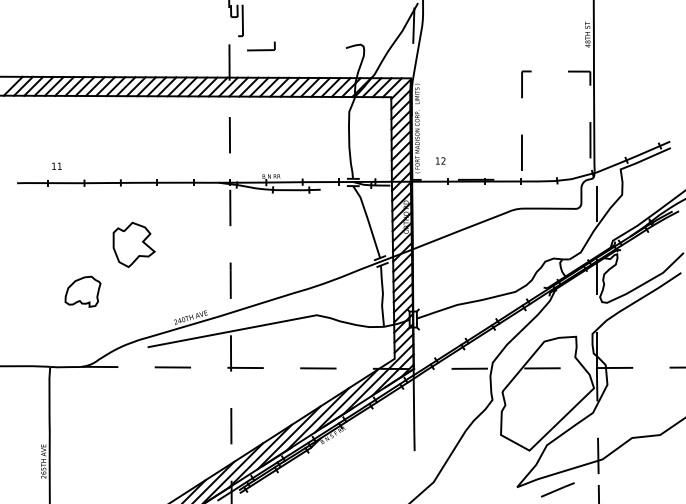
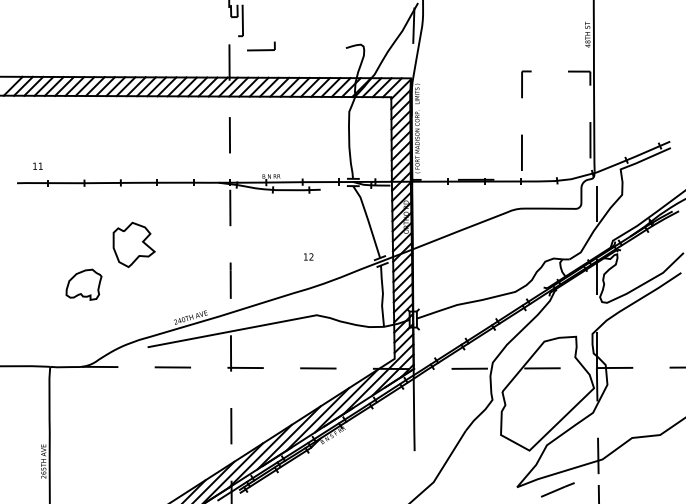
text at (440, 160) position: (440, 160) -> (308, 256)
text at (56, 165) position: (56, 165) -> (37, 165)
part at (82, 291) position: (82, 291) -> (83, 284)
